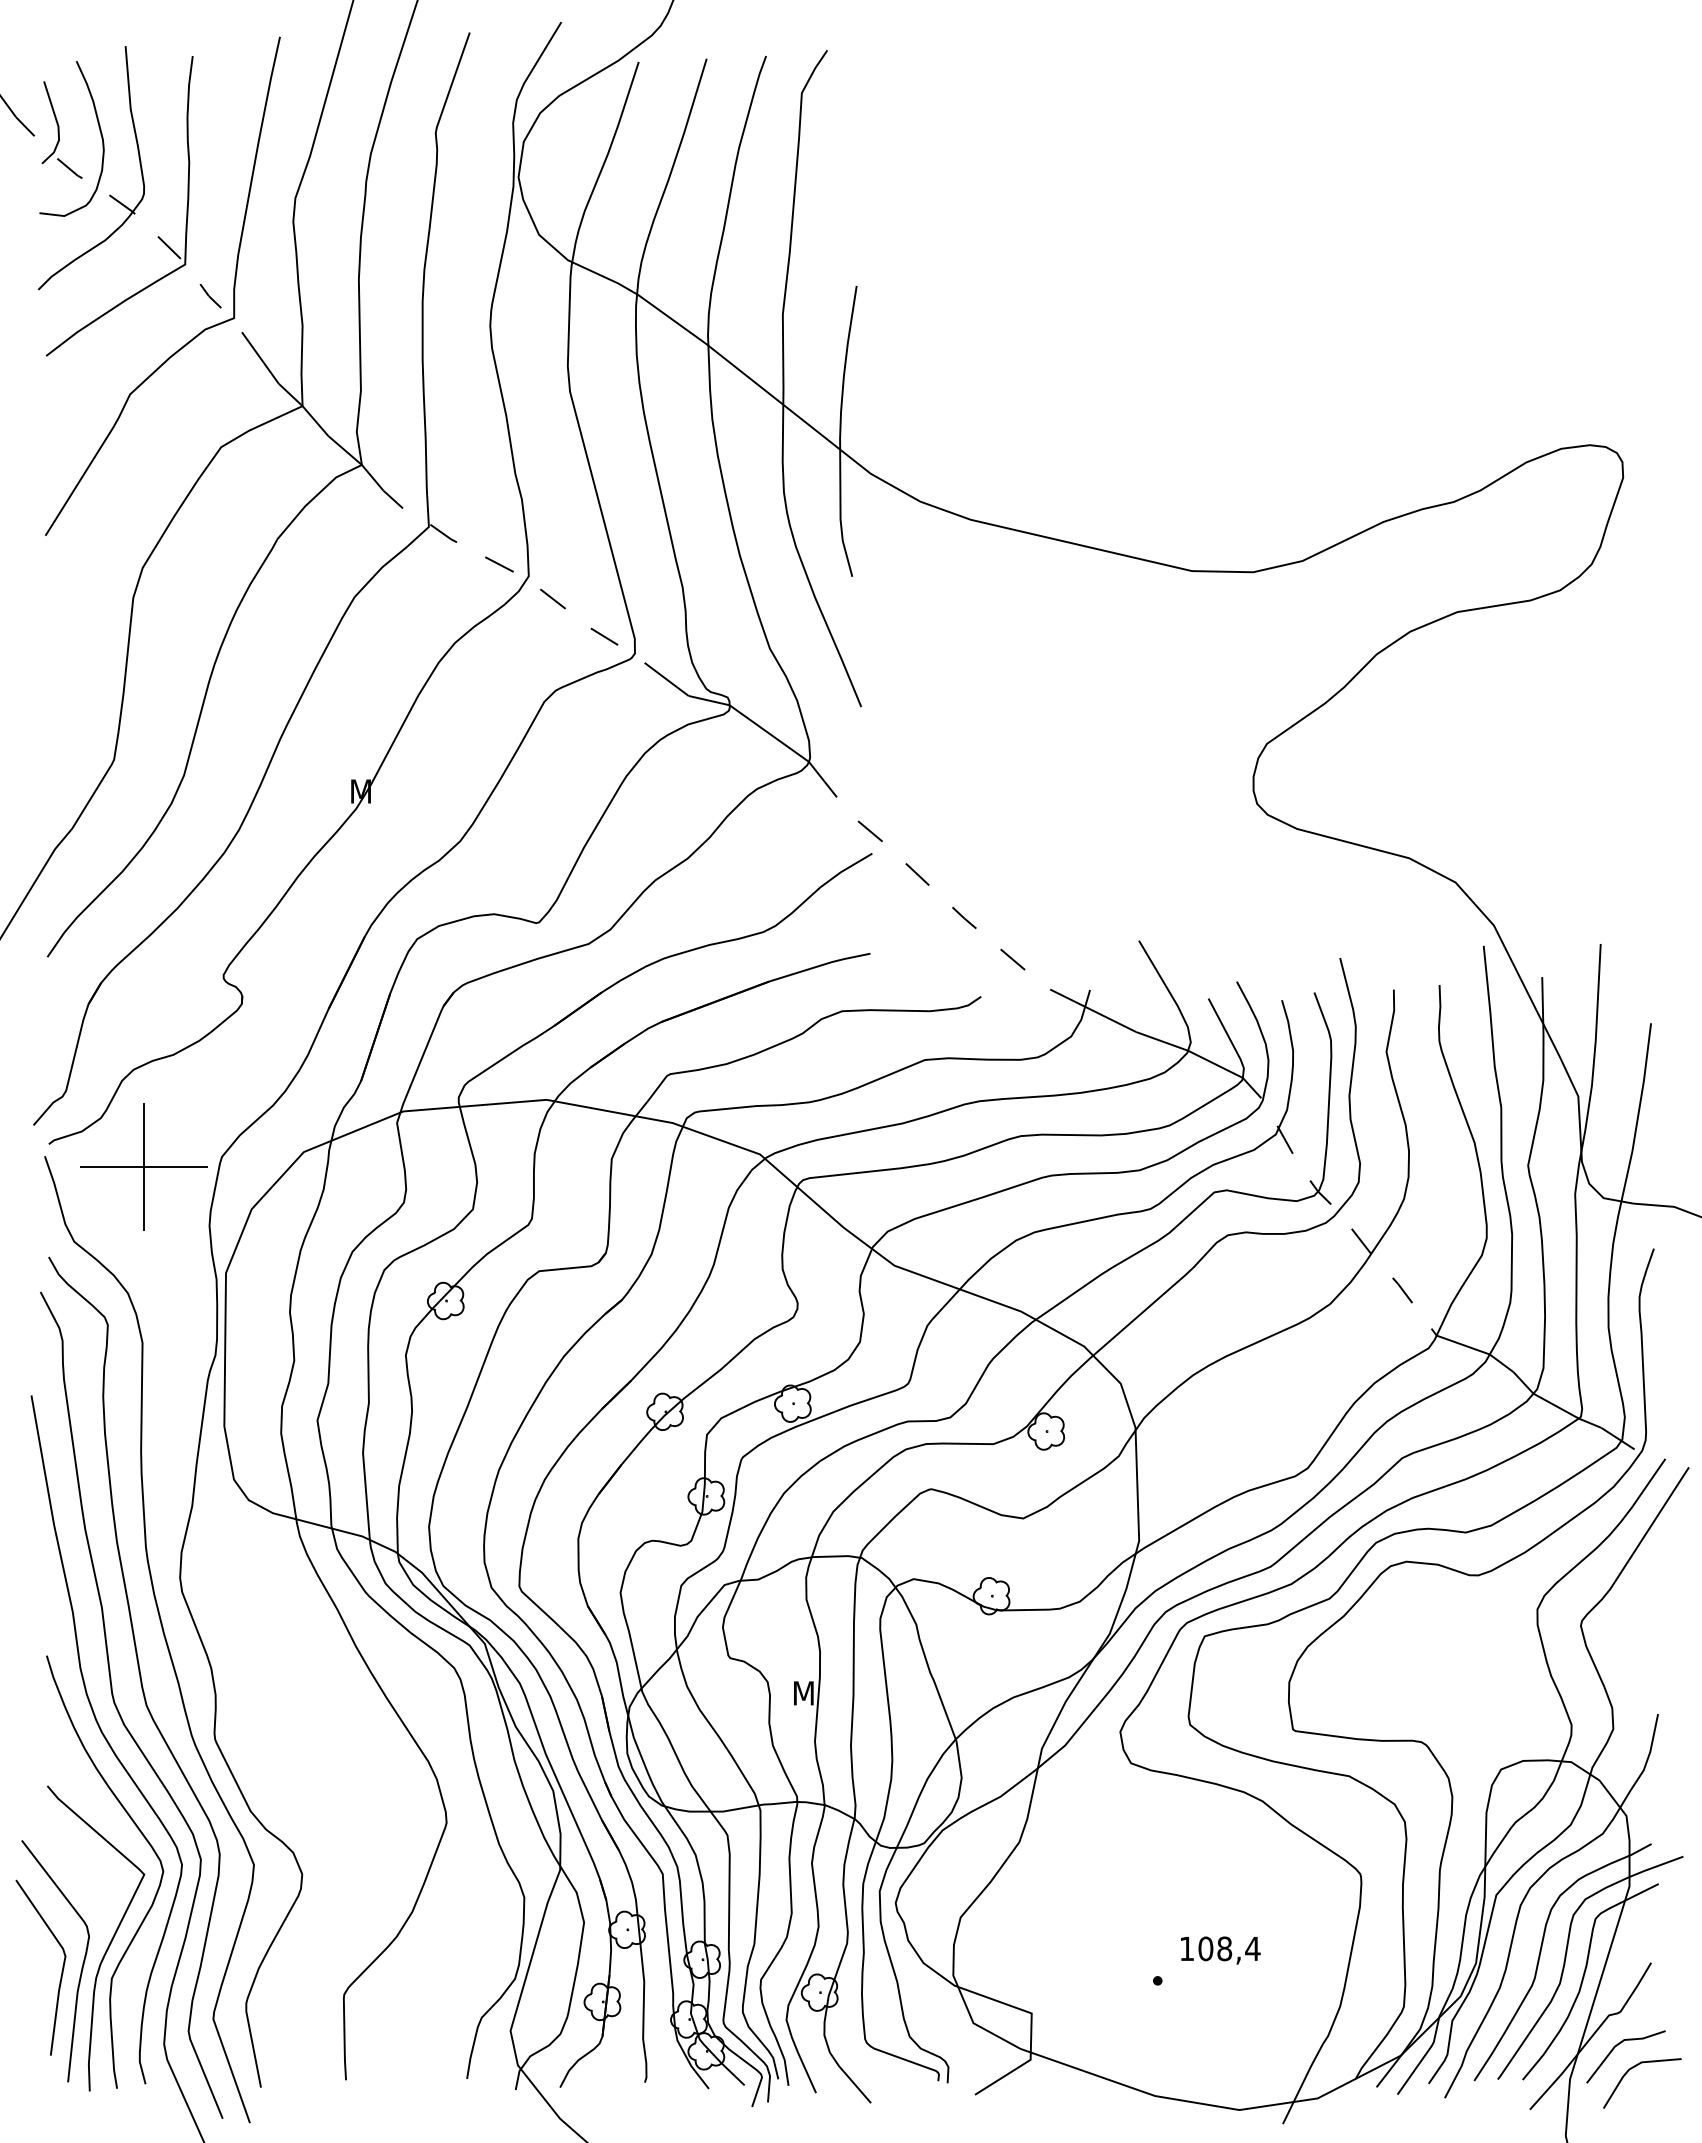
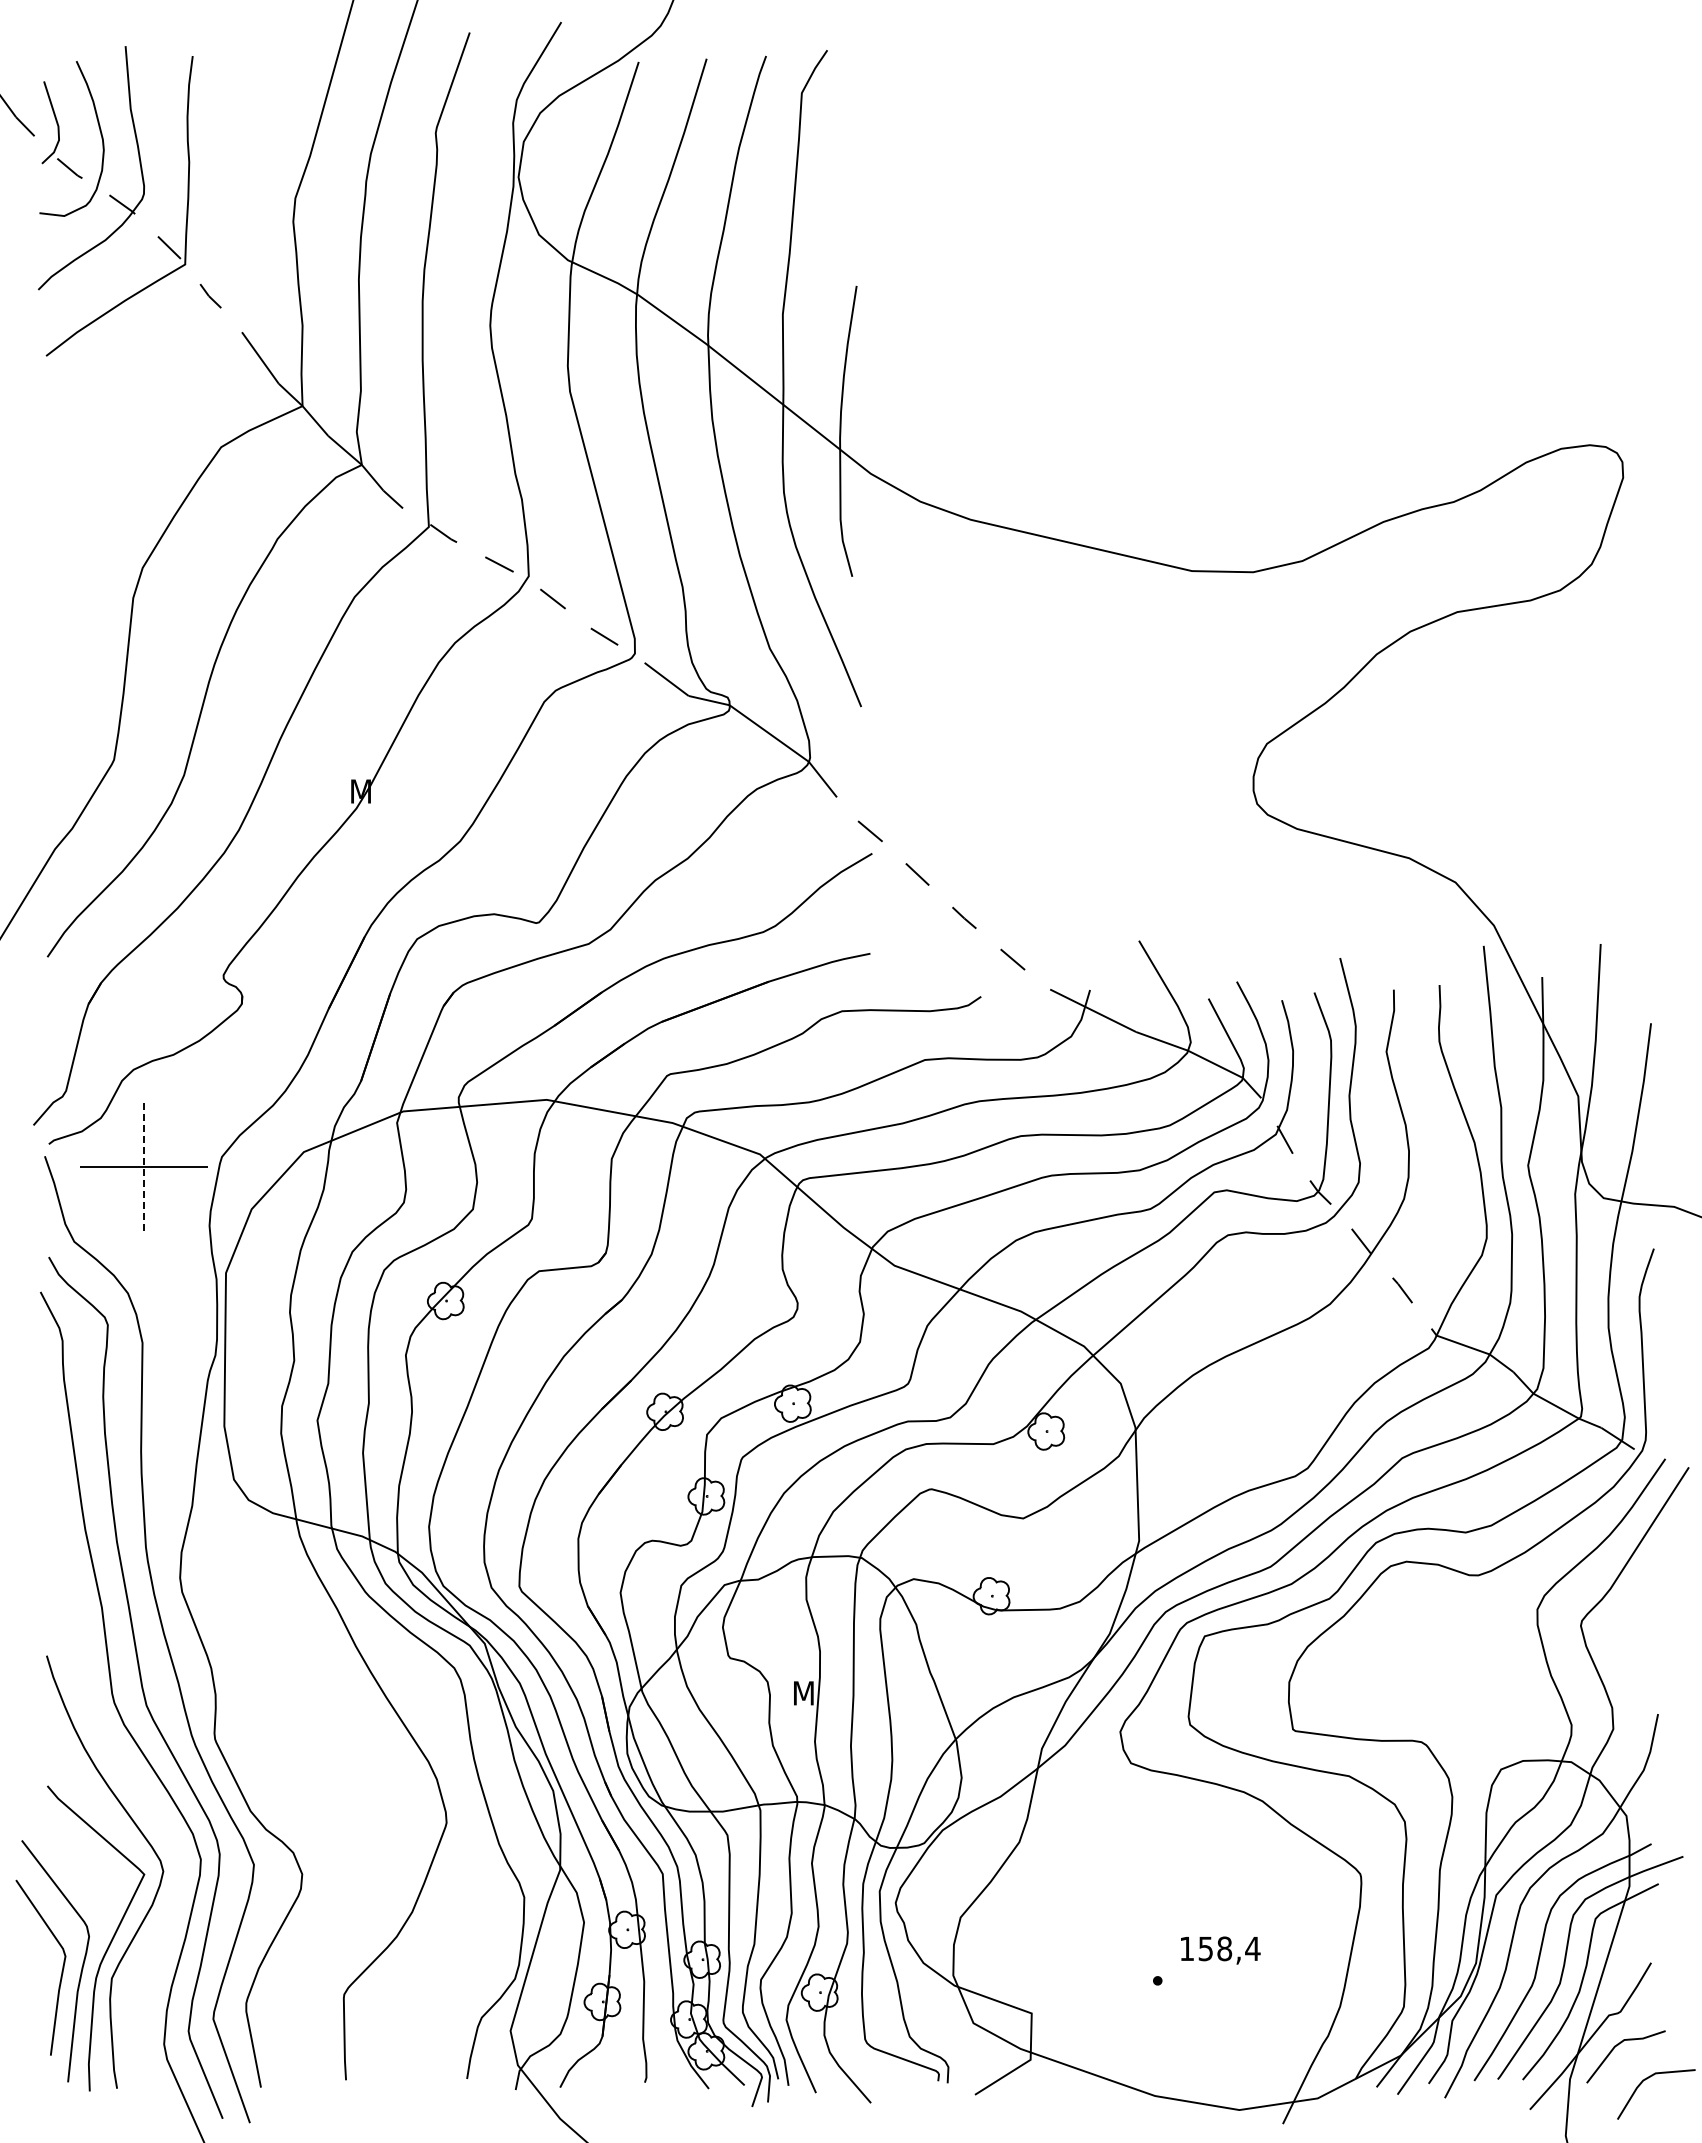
curve at (199, 332): present -> none
line at (144, 1167): solid -> dashed
curve at (106, 1739): present -> none
text at (1205, 1948): 108,4 -> 158,4
line at (1633, 2068) position: (1633, 2068) -> (1647, 2079)
